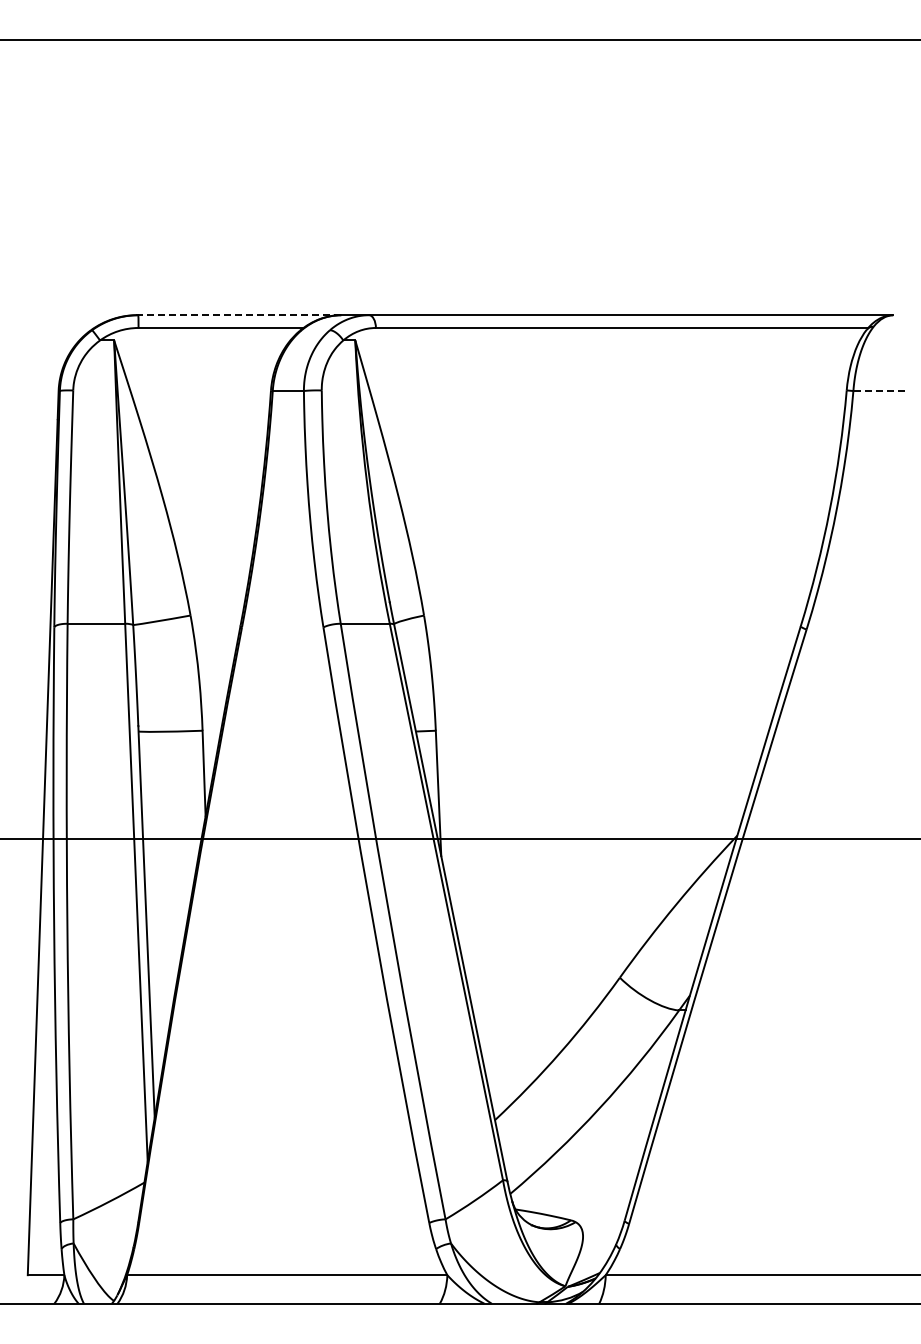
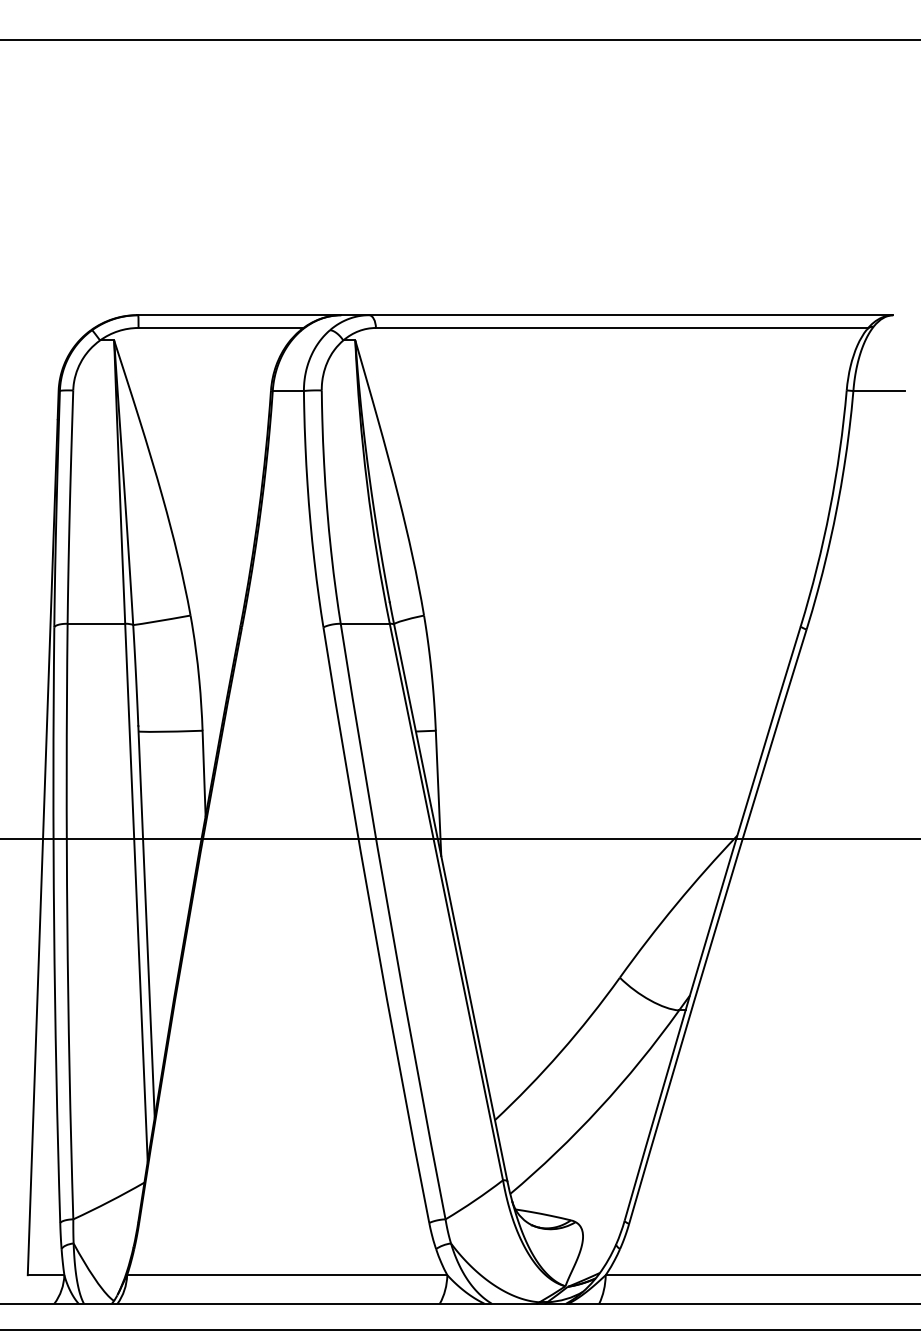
line at (239, 315): dashed -> solid
line at (879, 391): dashed -> solid
line at (459, 1329): none -> present
